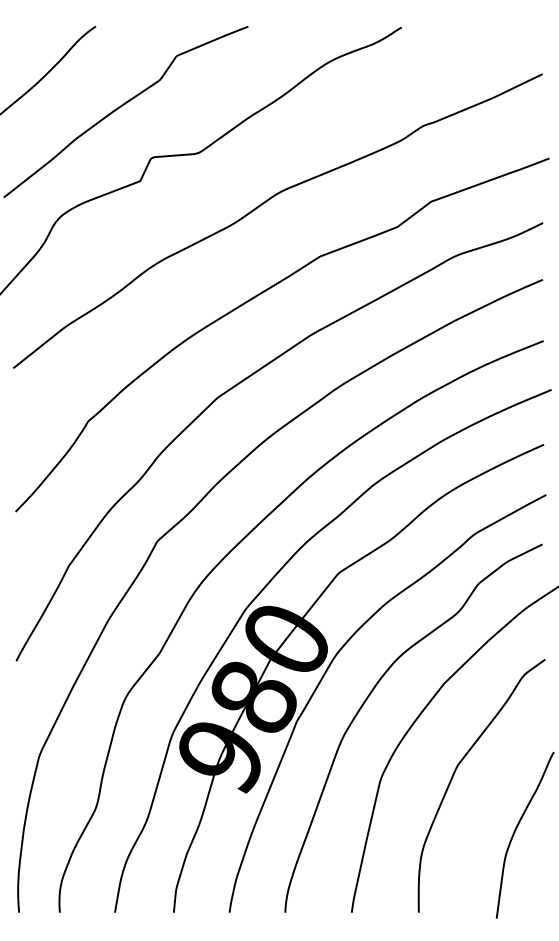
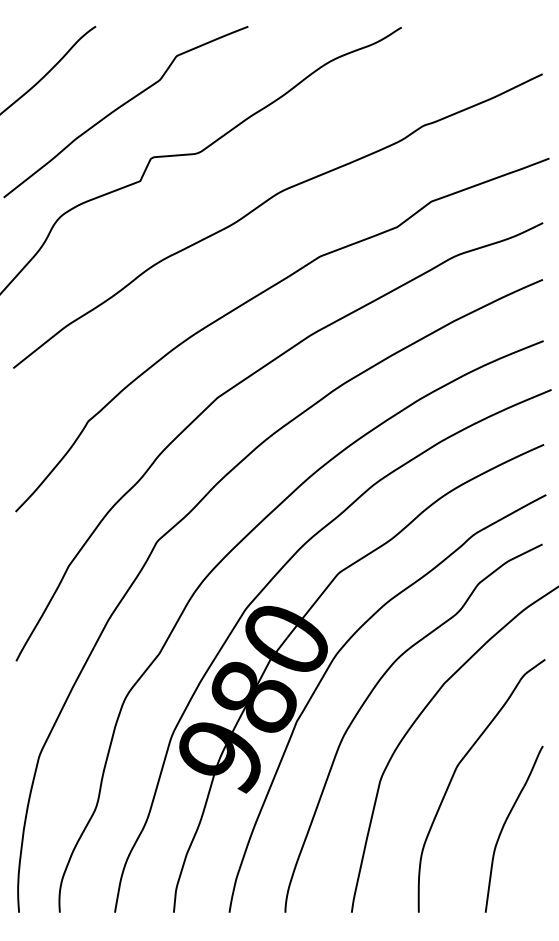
curve at (516, 830) position: (516, 830) -> (505, 824)
